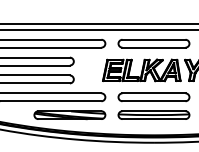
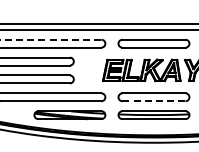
line at (50, 39): solid -> dashed
line at (153, 101): solid -> dashed
